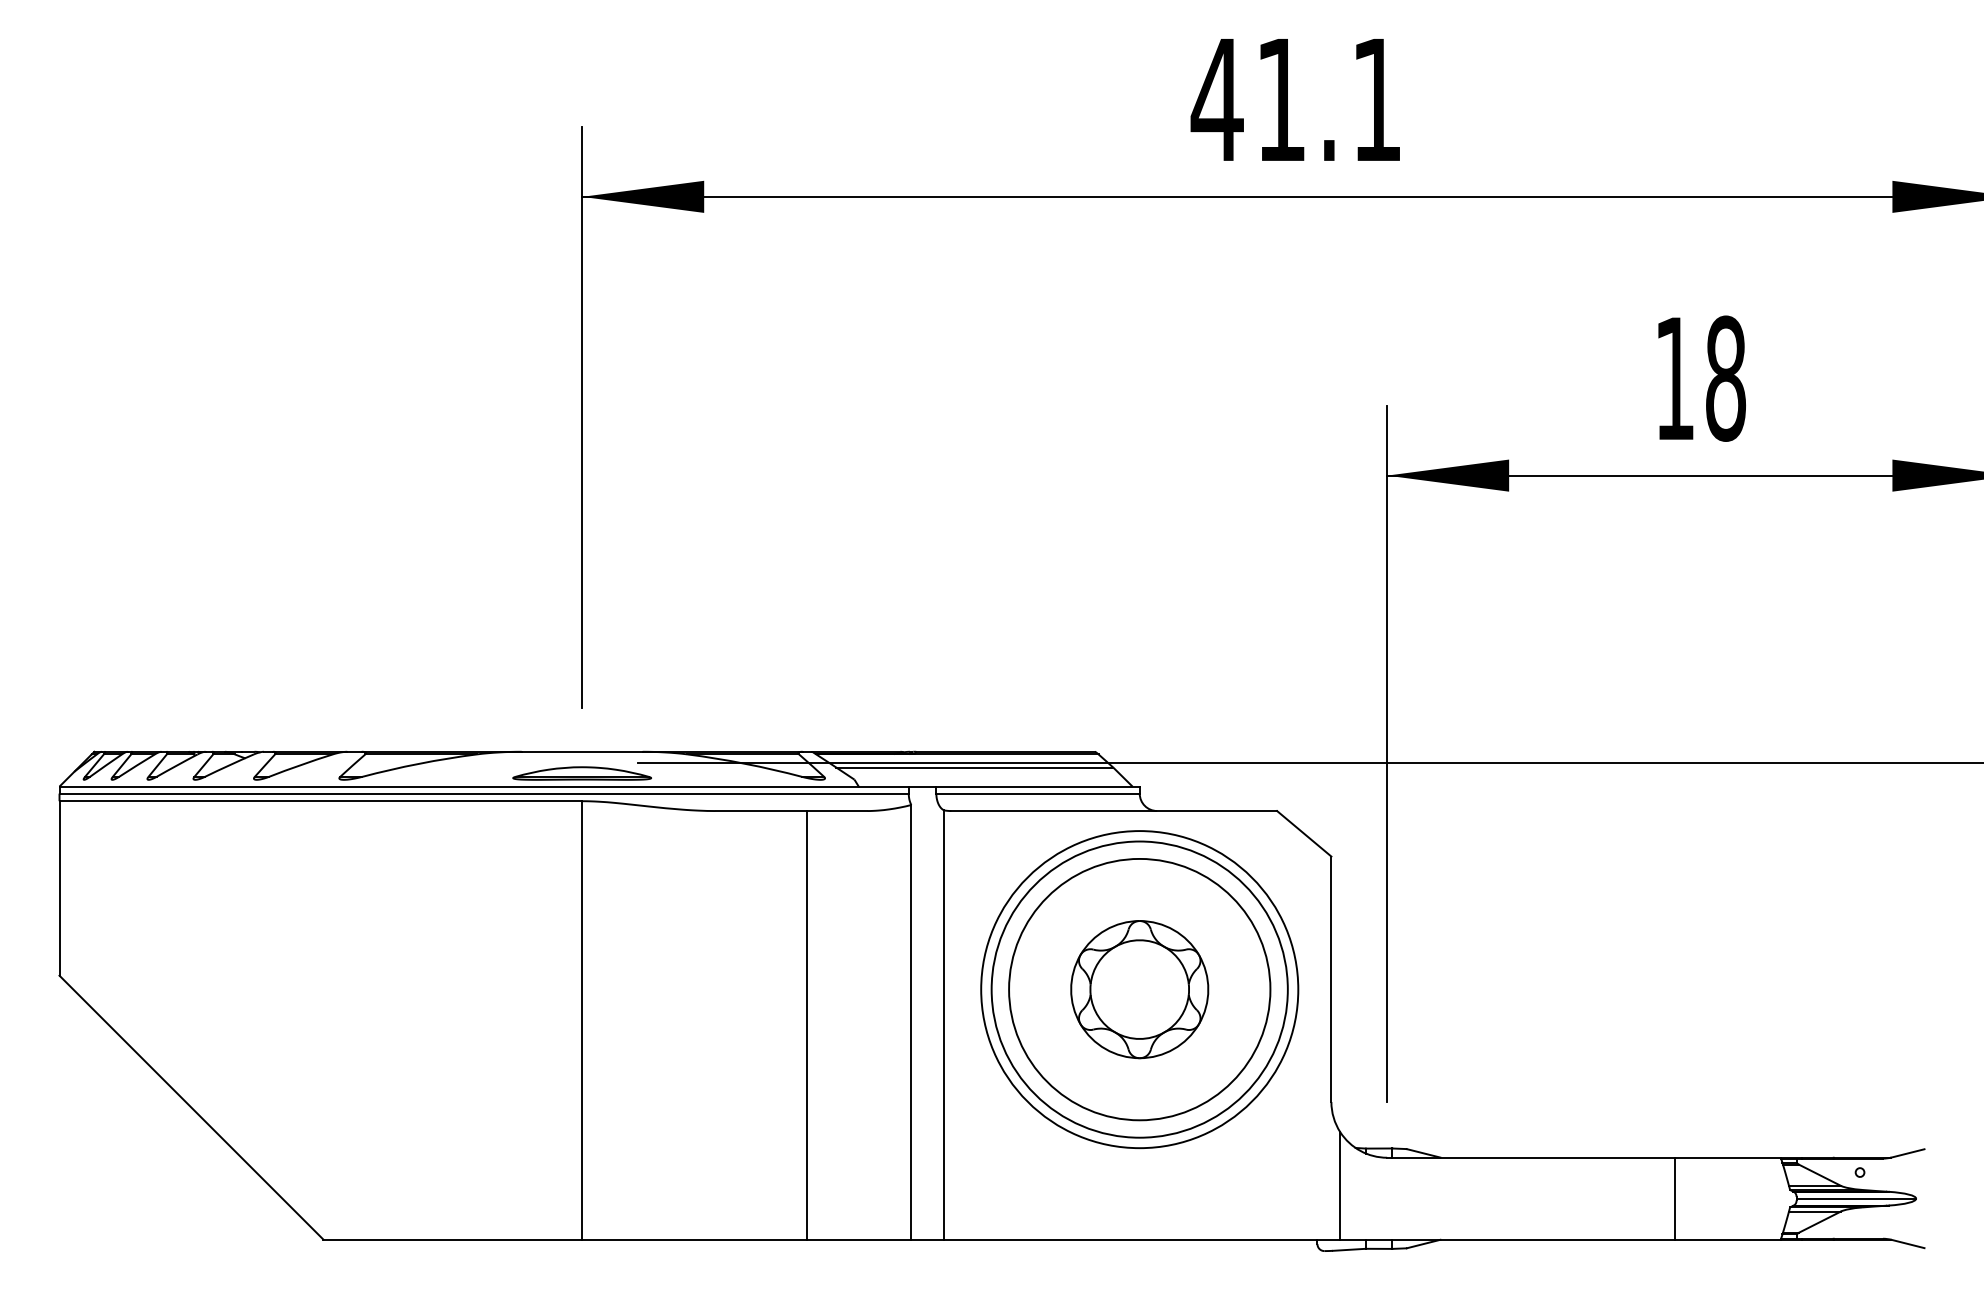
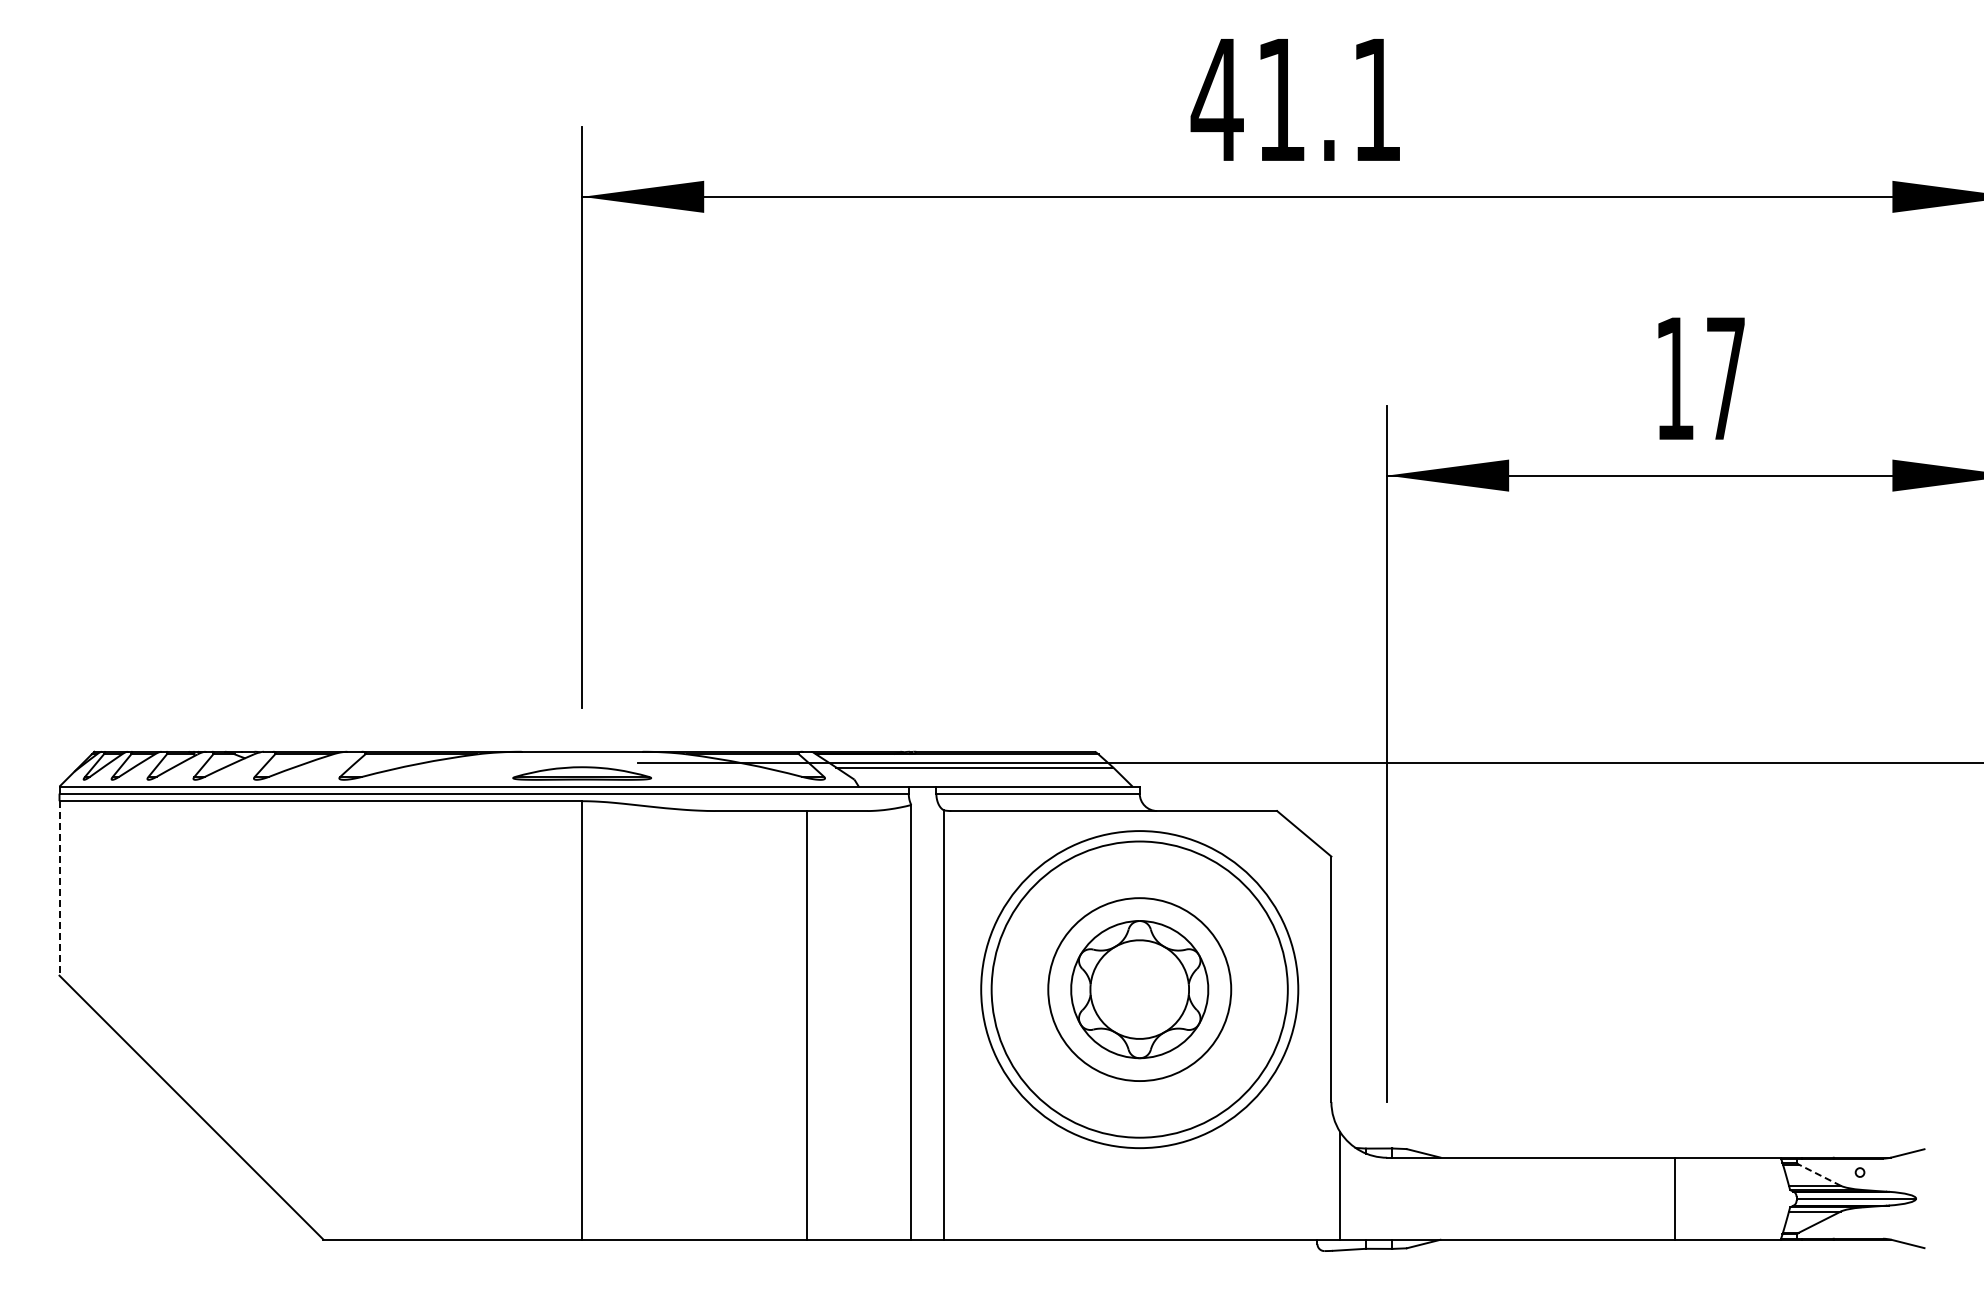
text at (1725, 378): 18 -> 17
line at (59, 888): solid -> dashed
circle at (1139, 989) diameter: 261 px -> 183 px
line at (1820, 1175): solid -> dashed
